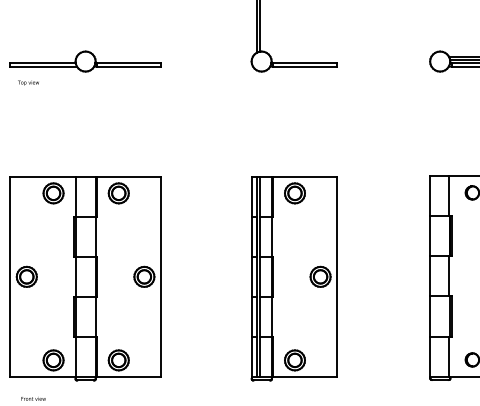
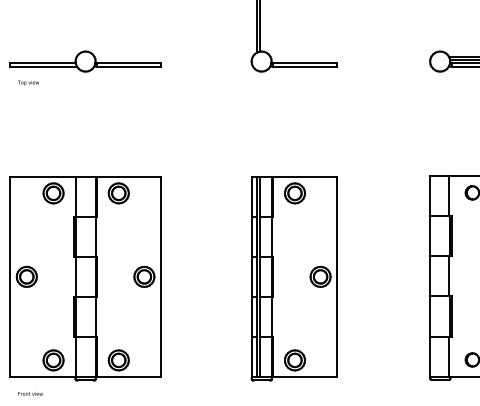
text at (33, 398) position: (33, 398) -> (30, 393)
